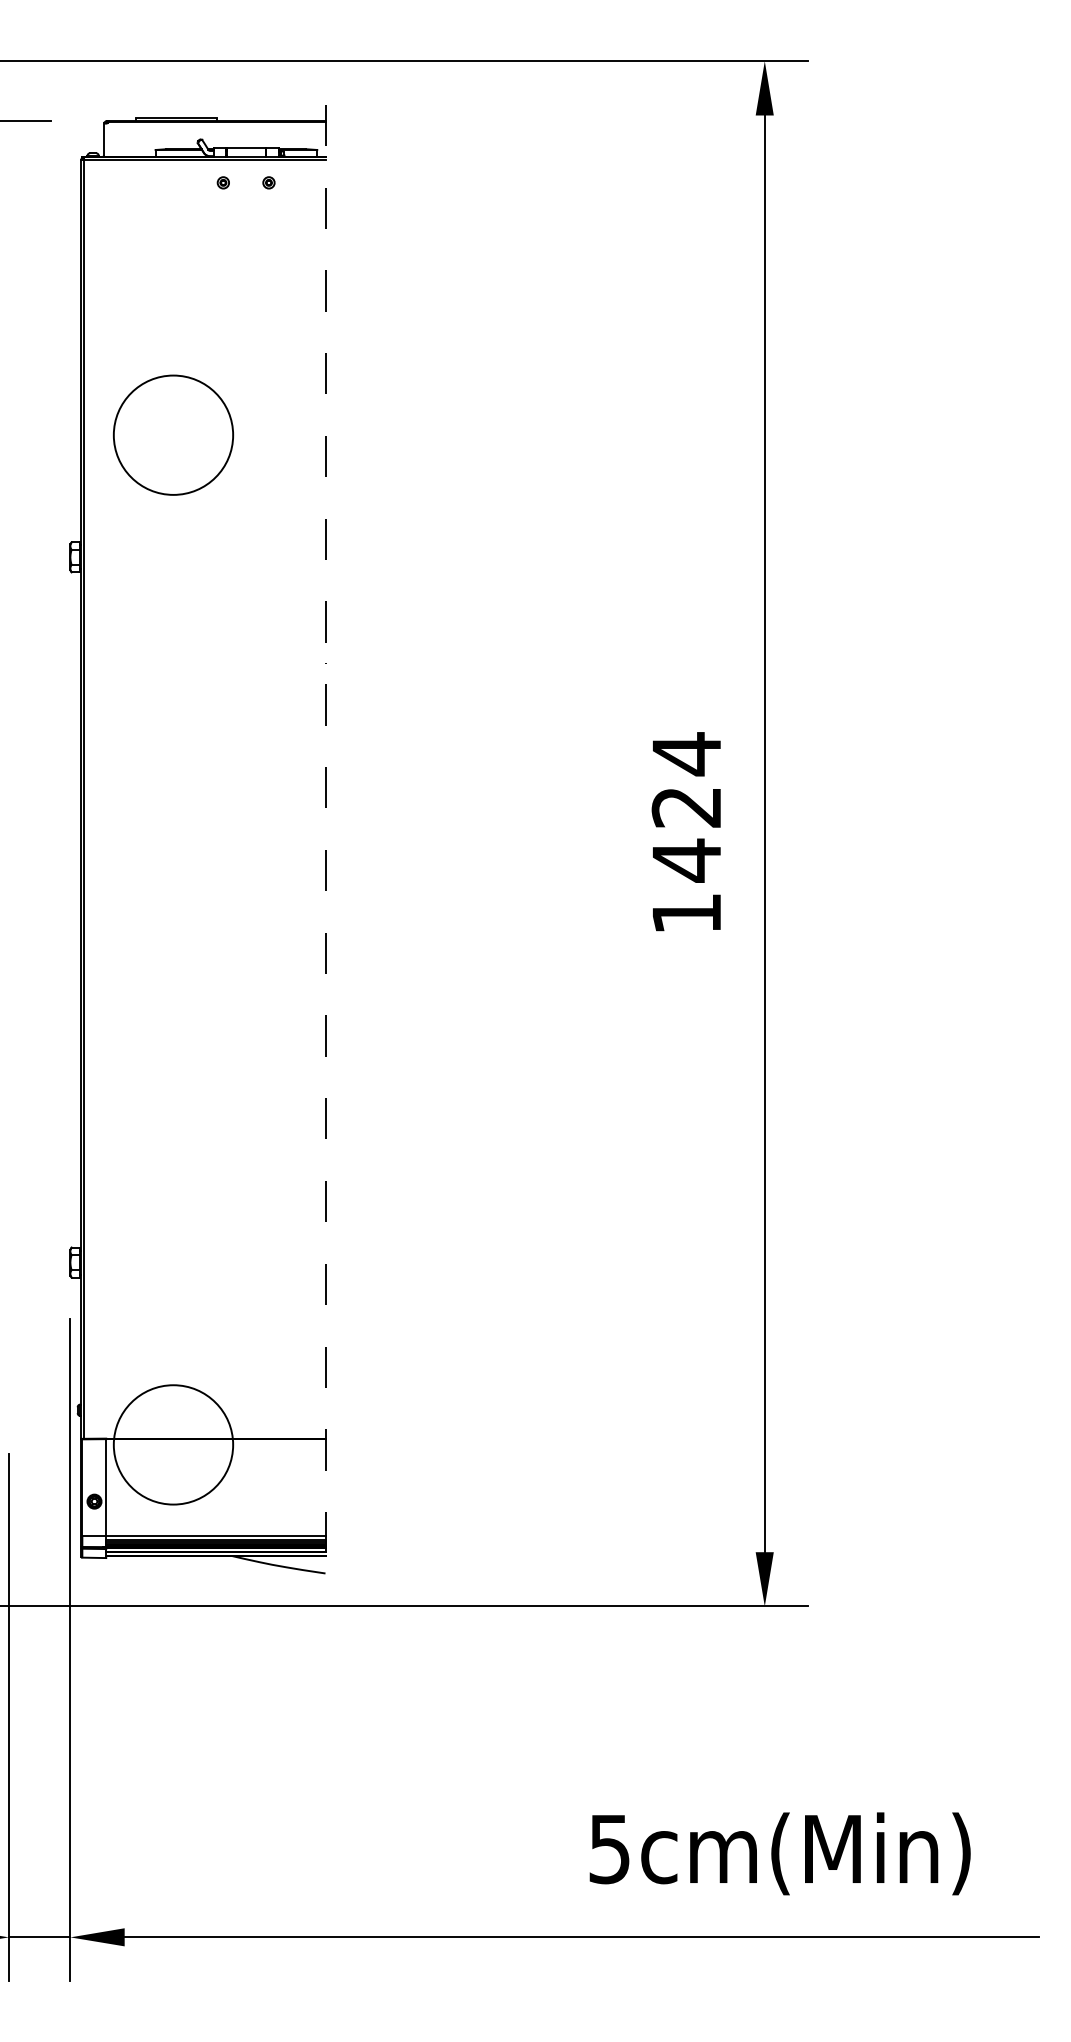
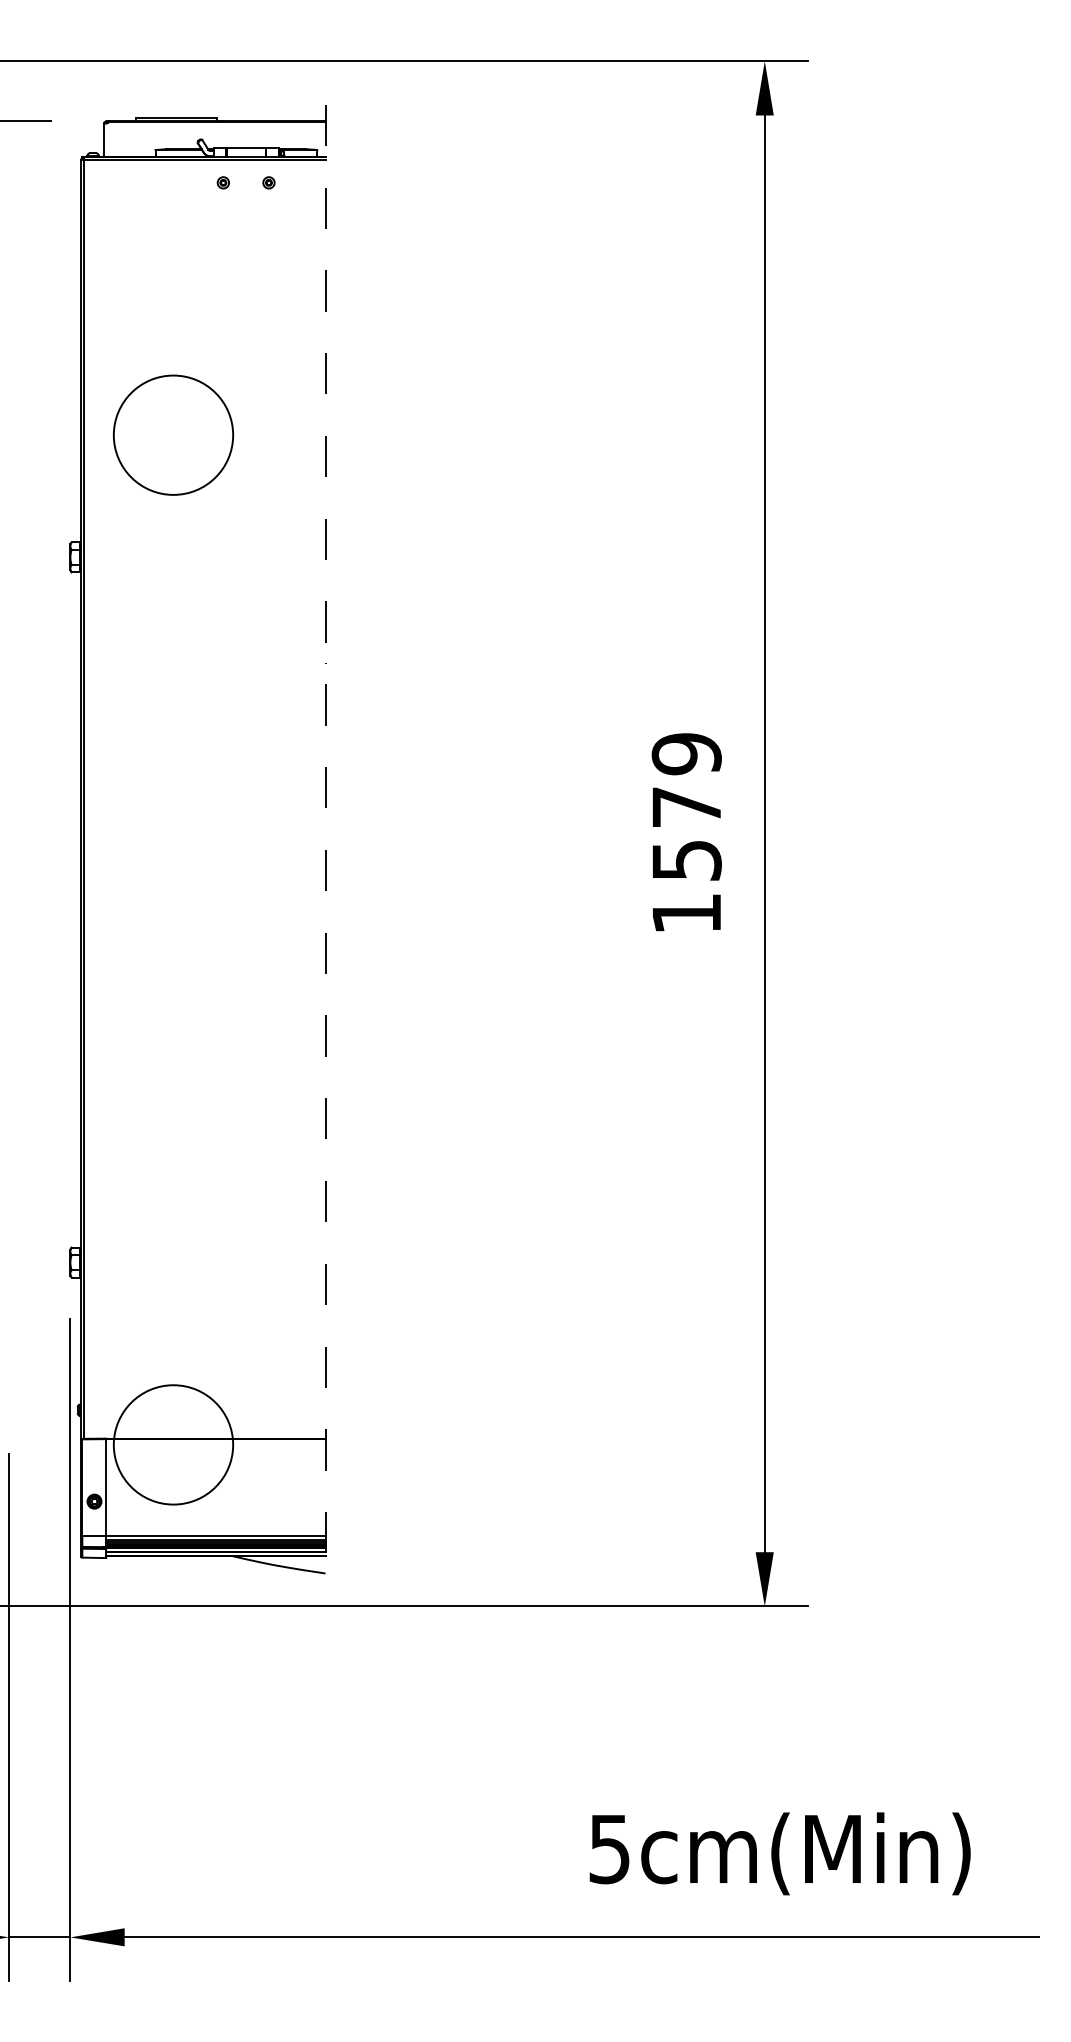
text at (686, 807): 1424 -> 1579
